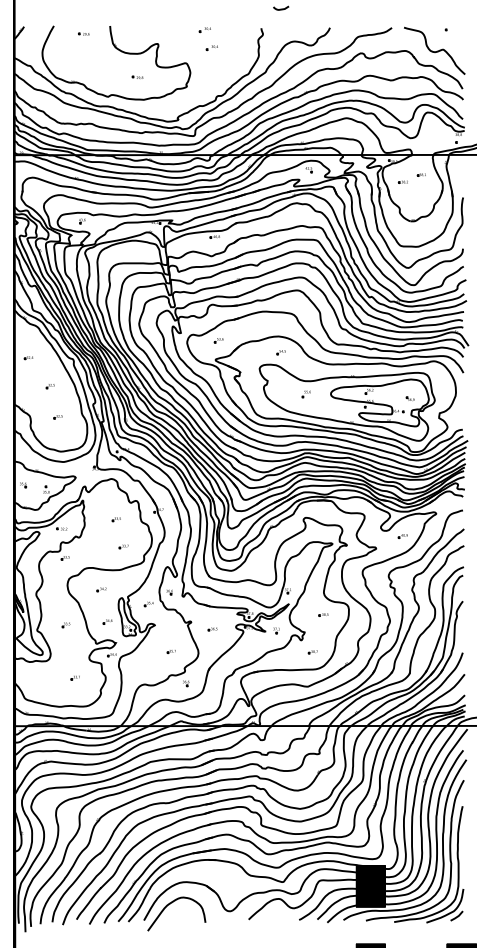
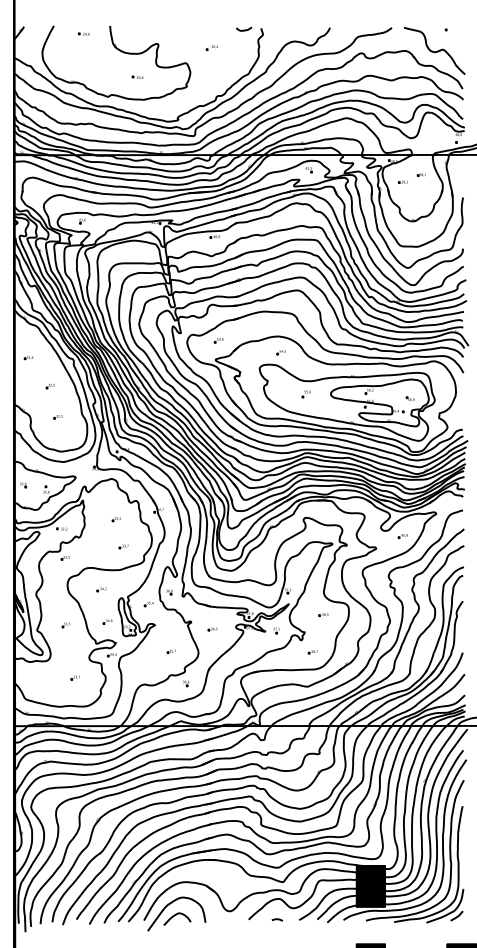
curve at (281, 8) position: (281, 8) -> (244, 29)
part at (204, 30): present -> none
curve at (176, 915): none -> present
line at (276, 919): none -> present
